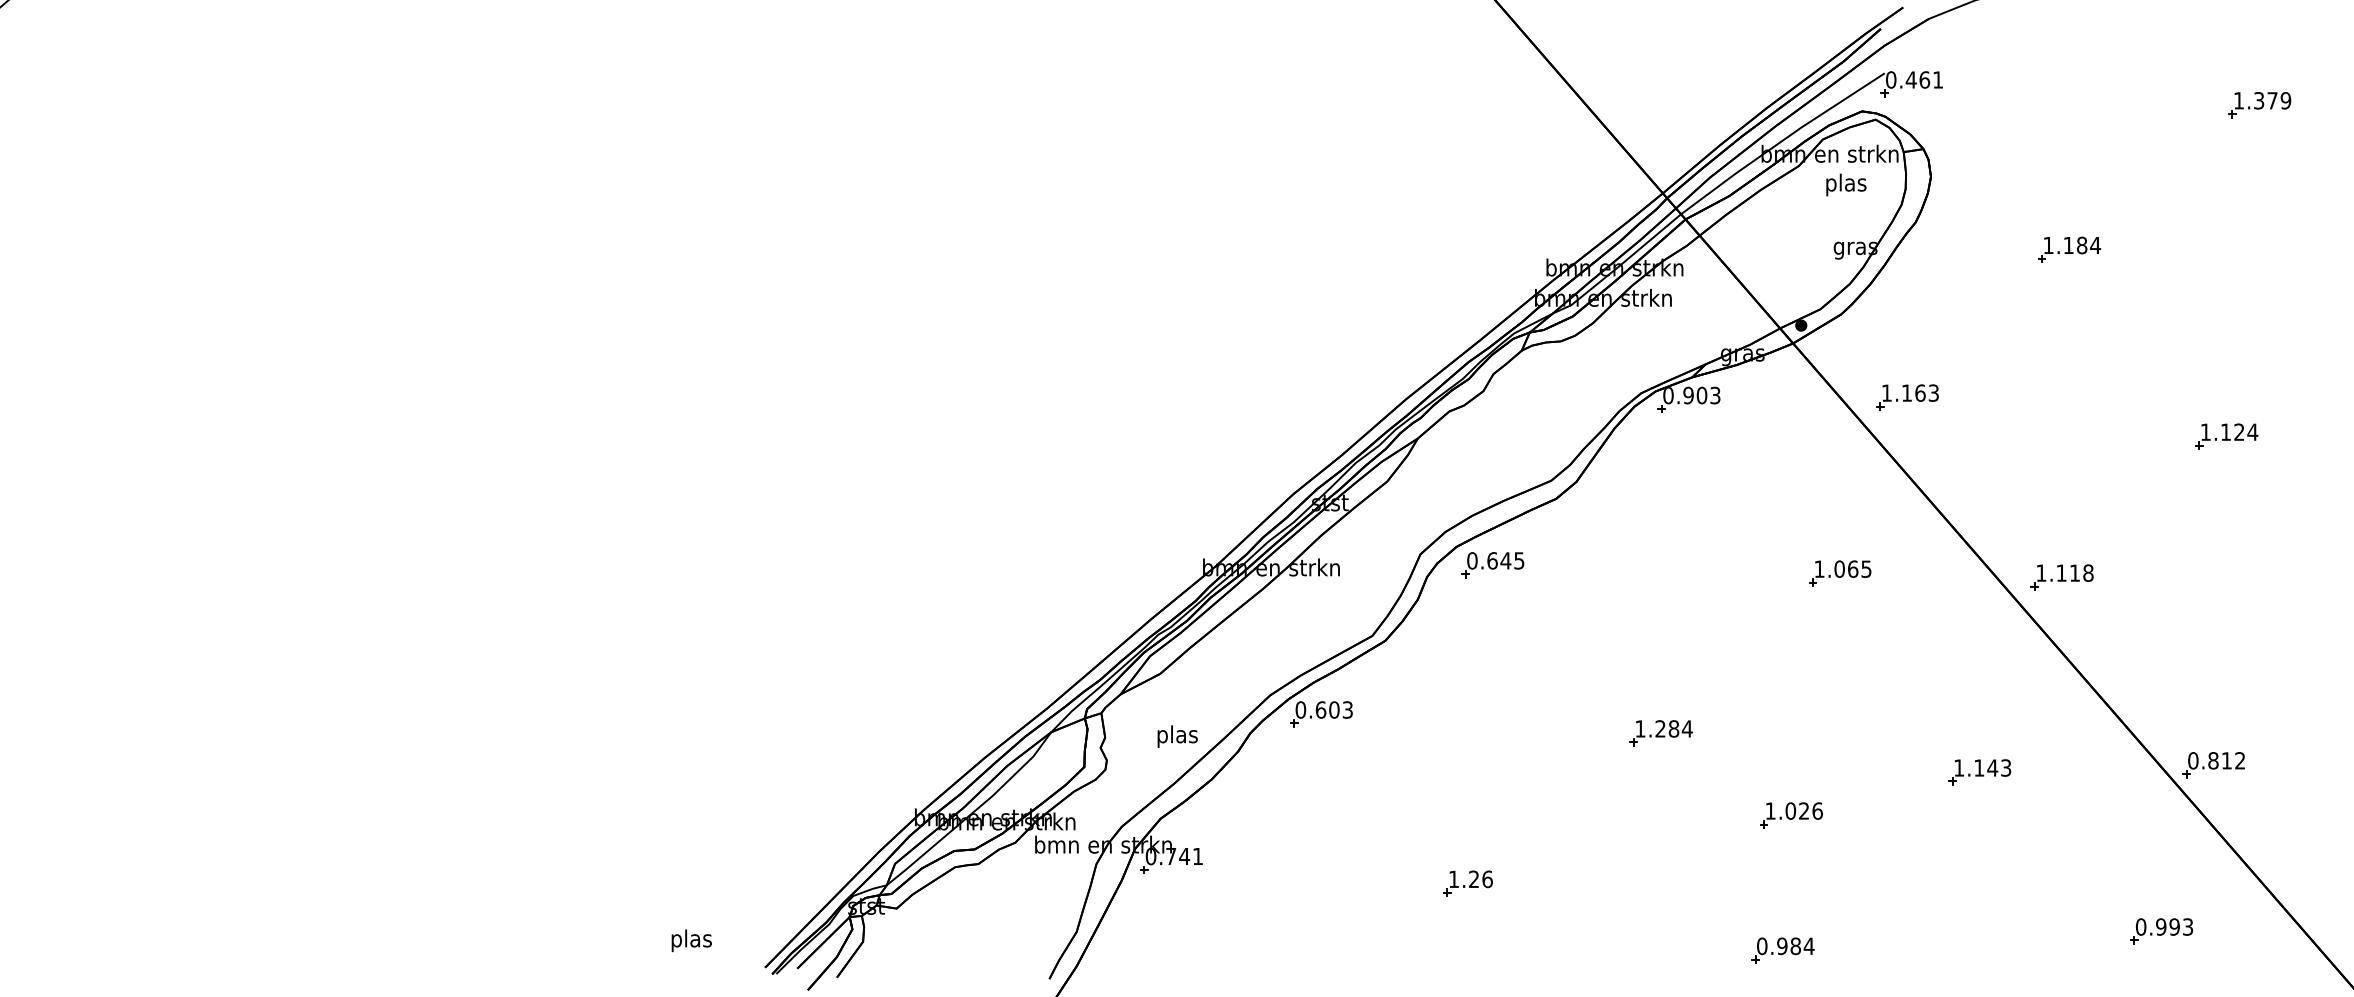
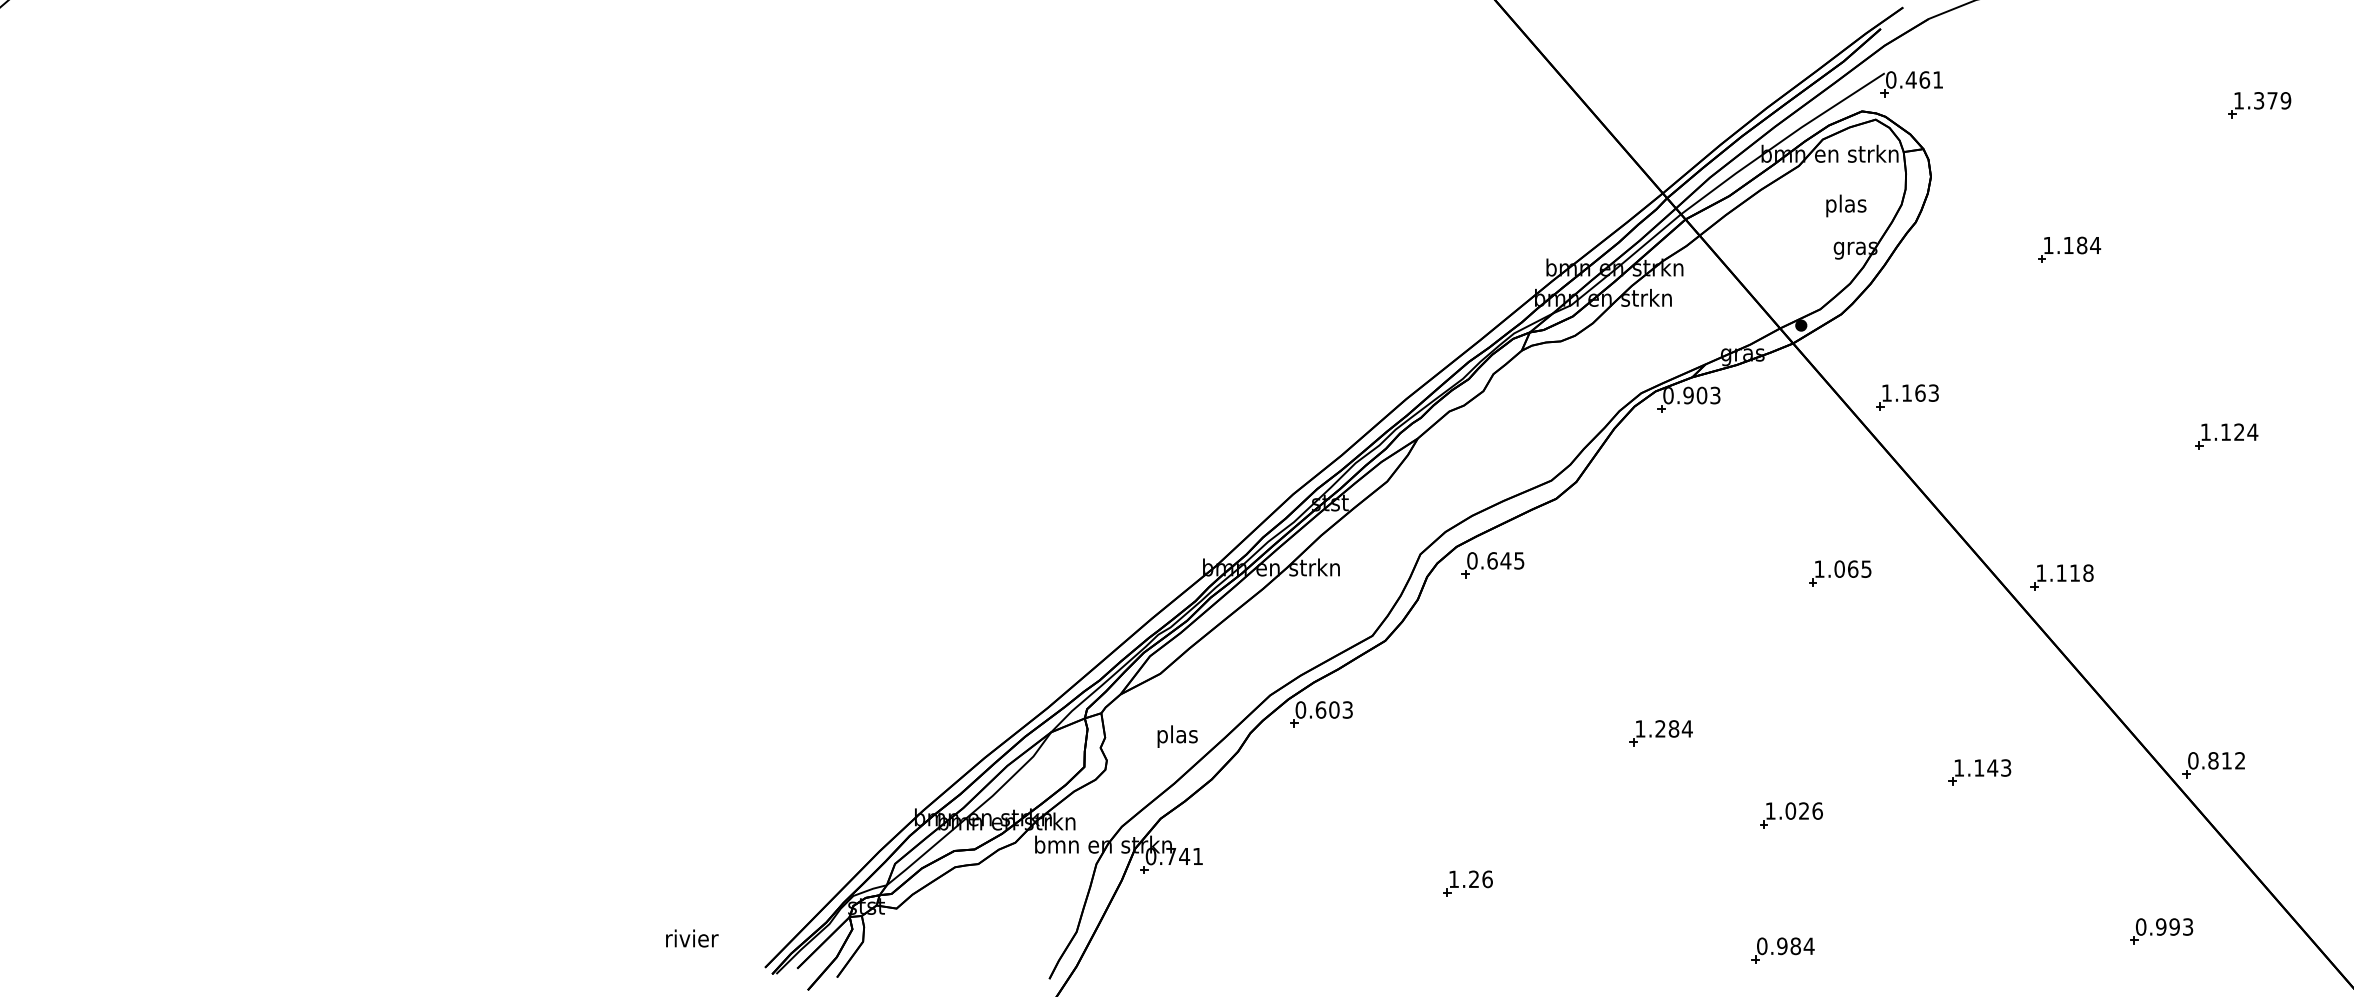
text at (1846, 184) position: (1846, 184) -> (1846, 205)
text at (692, 940): plas -> rivier
